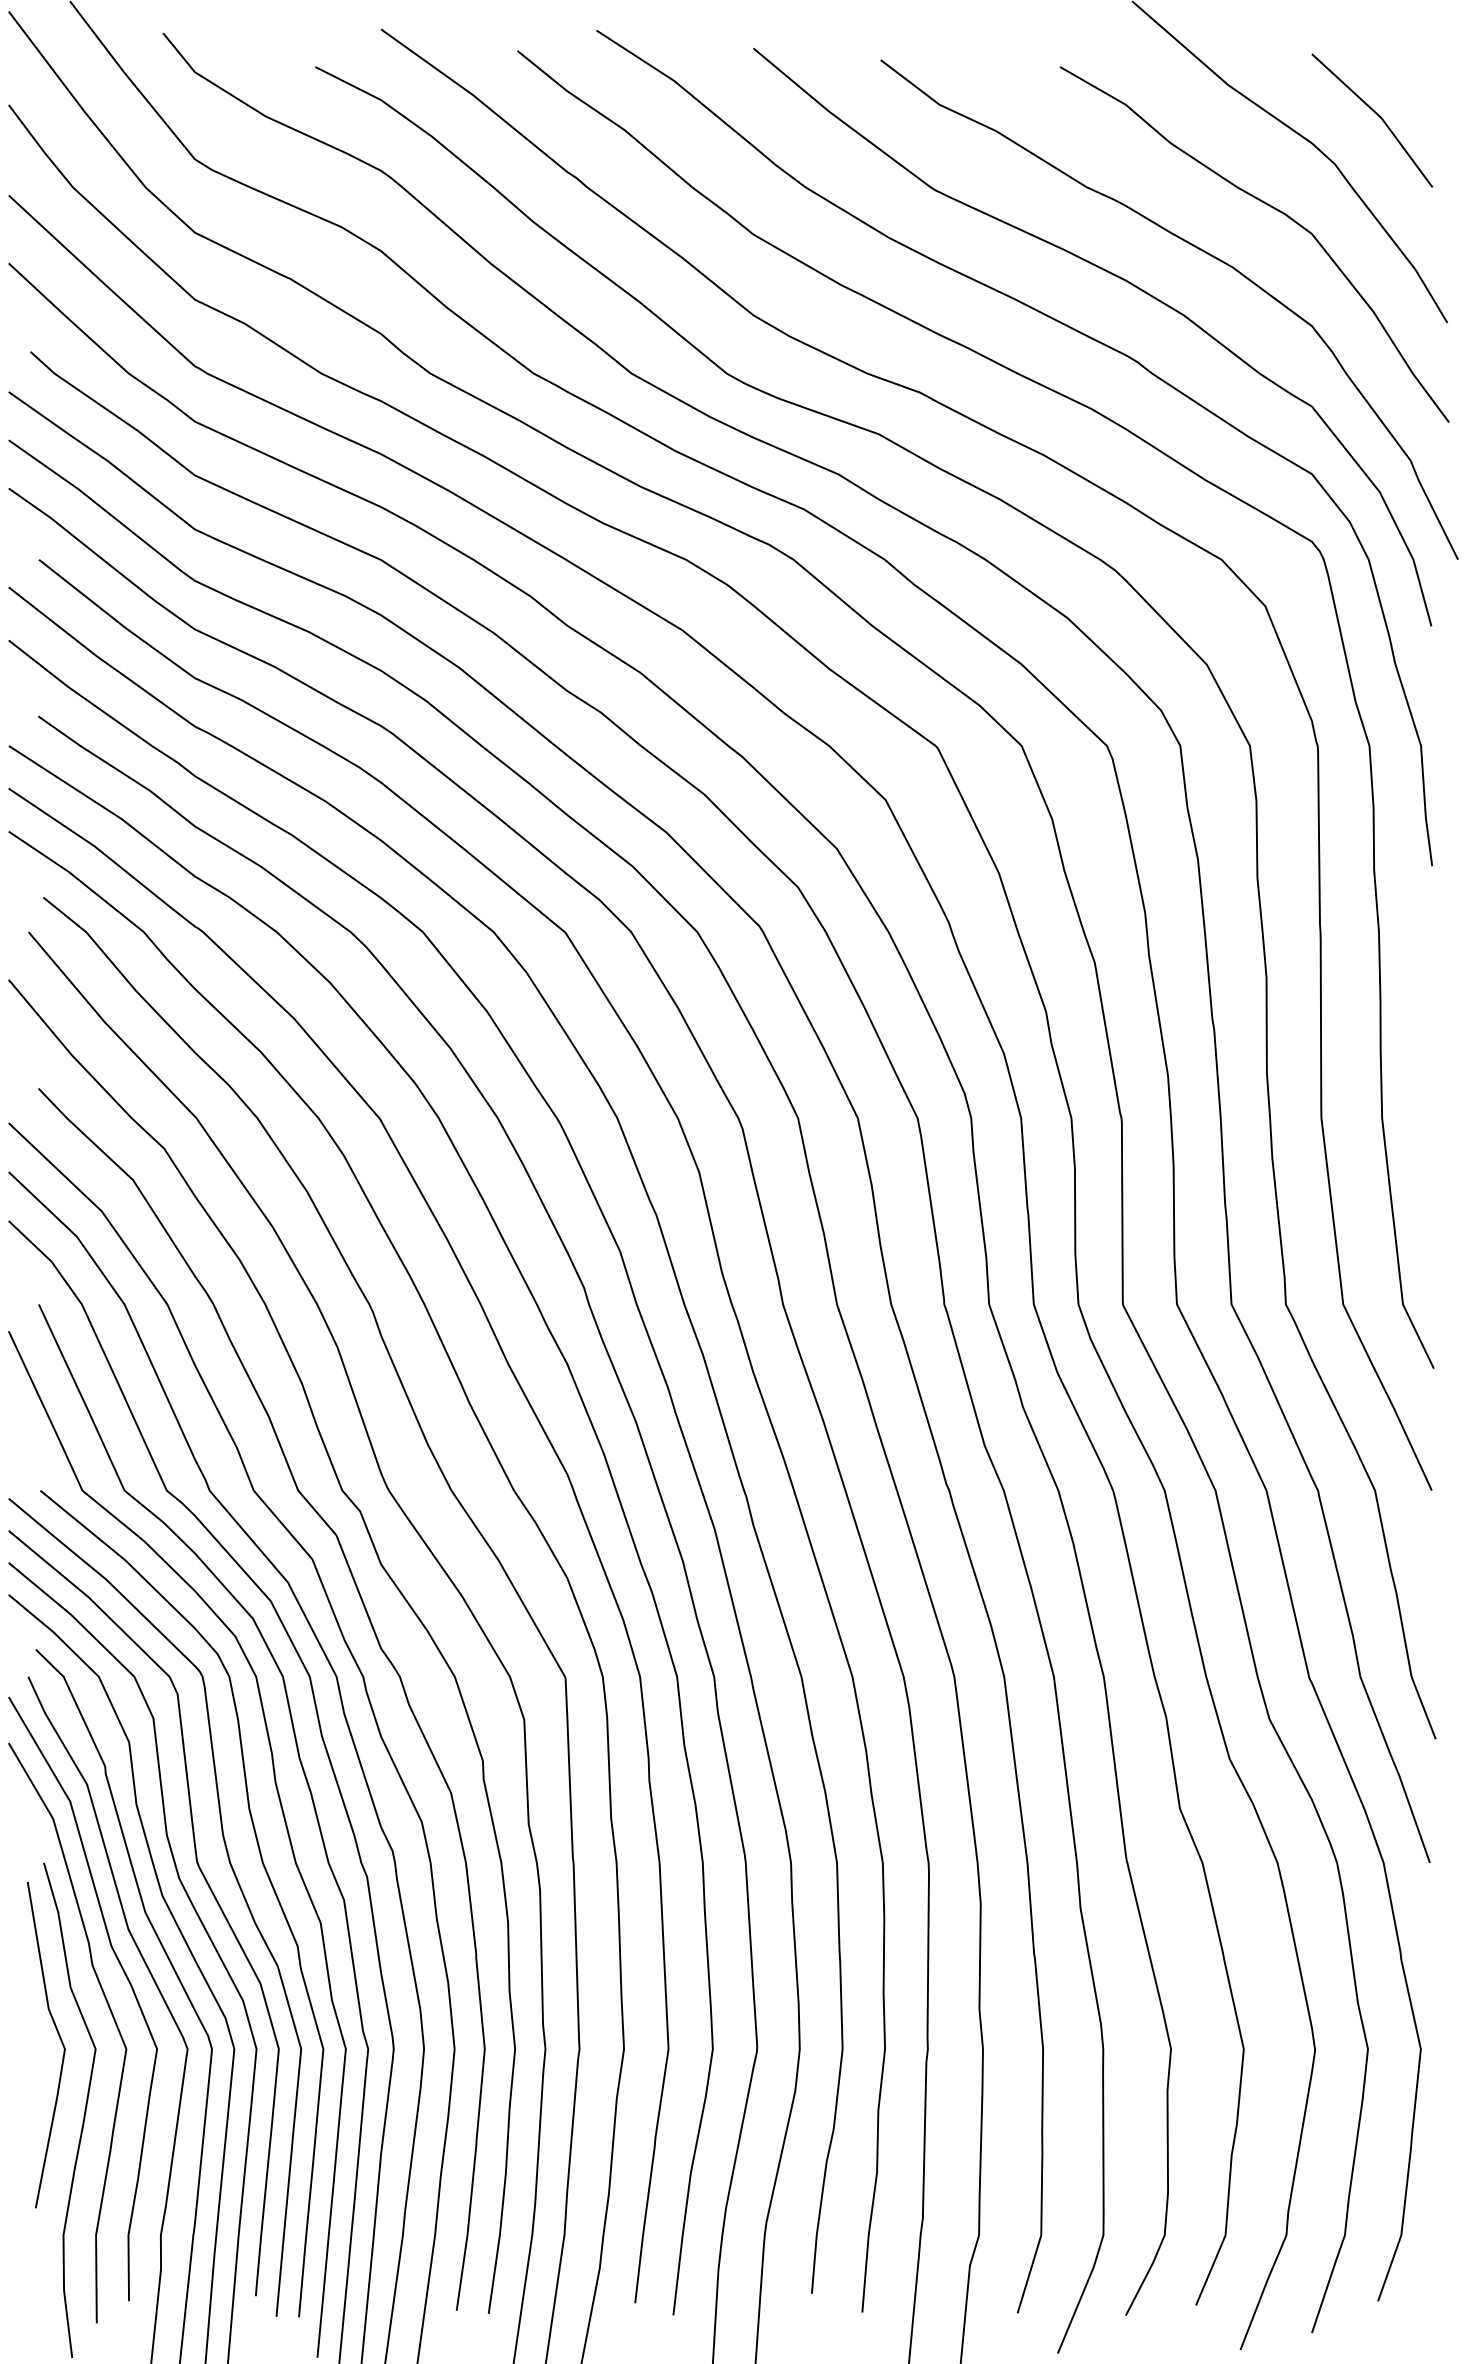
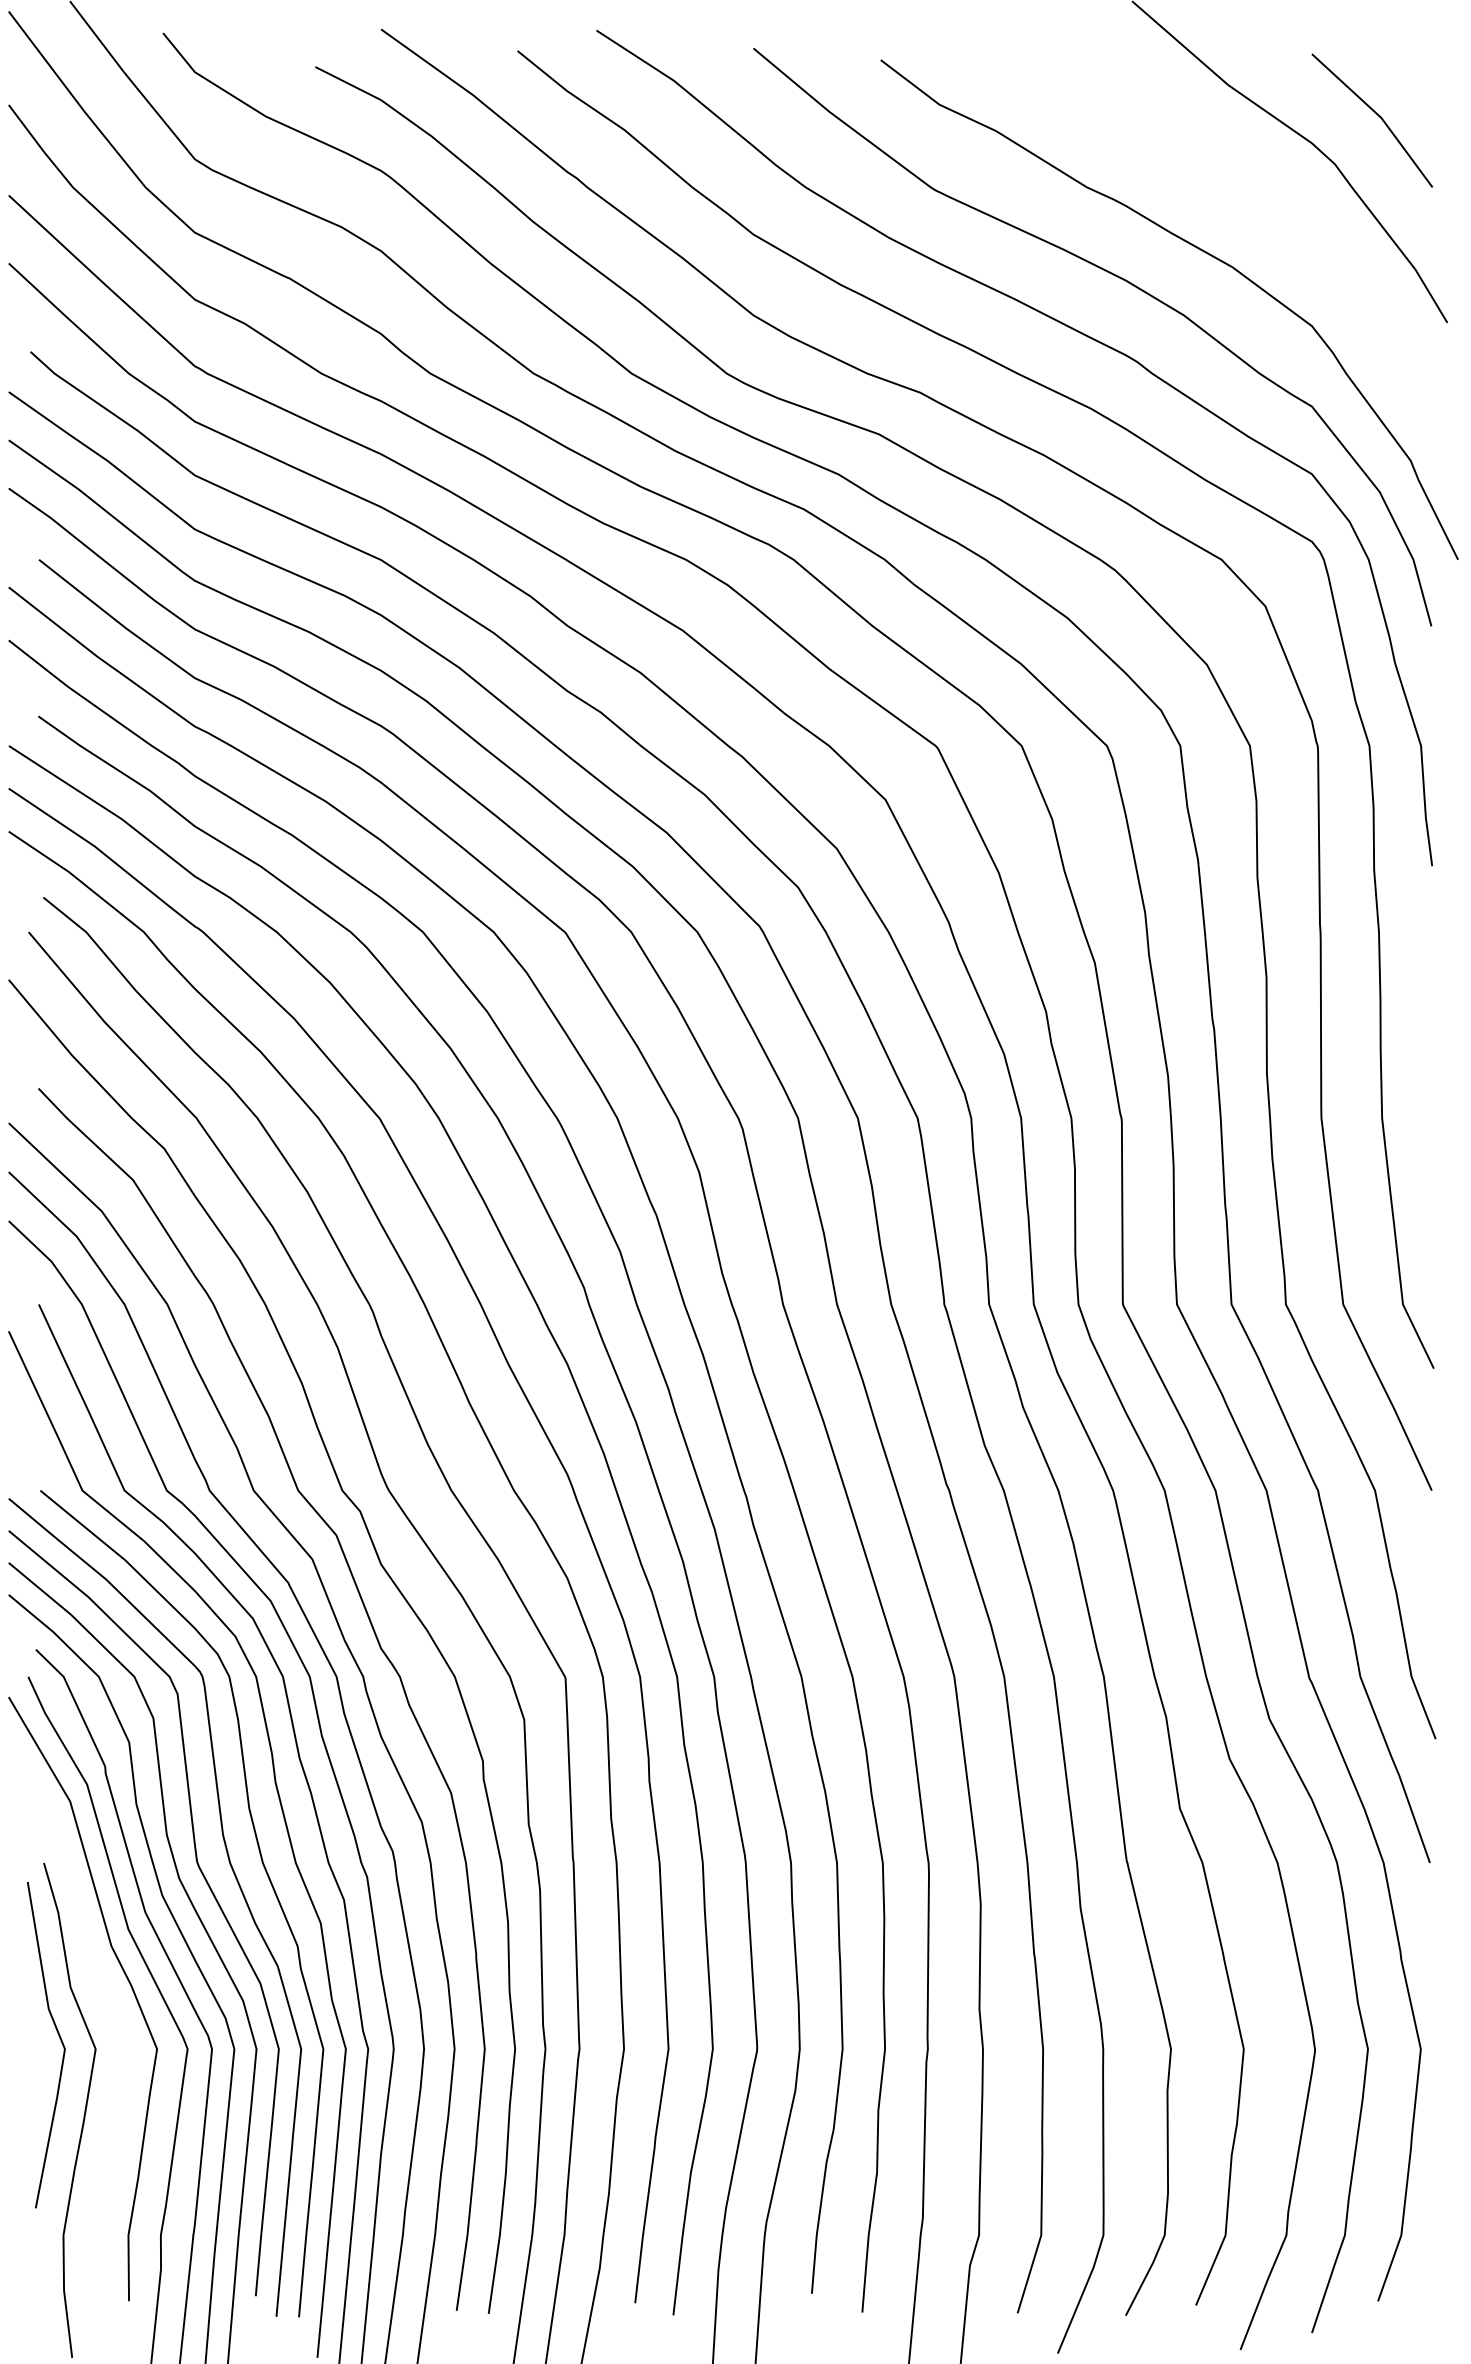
curve at (1272, 208): present -> none
curve at (111, 2015): present -> none
